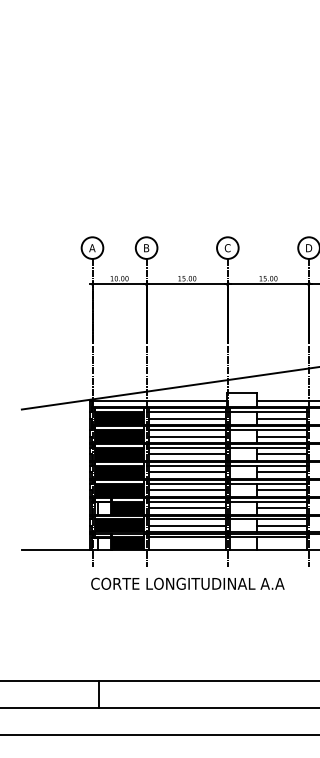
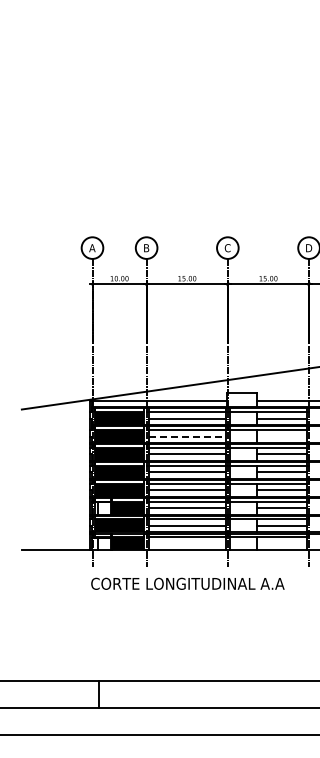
line at (187, 436): solid -> dashed
line at (281, 436): present -> none
